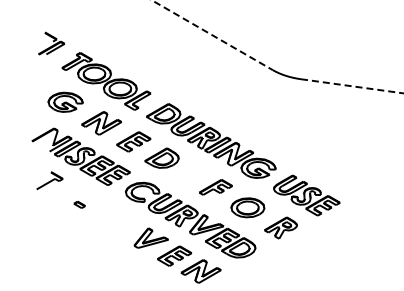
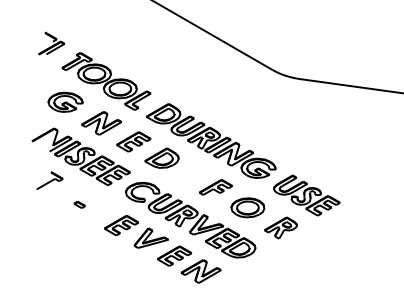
line at (212, 35): dashed -> solid
line at (352, 86): dashed -> solid
part at (121, 225): none -> present
